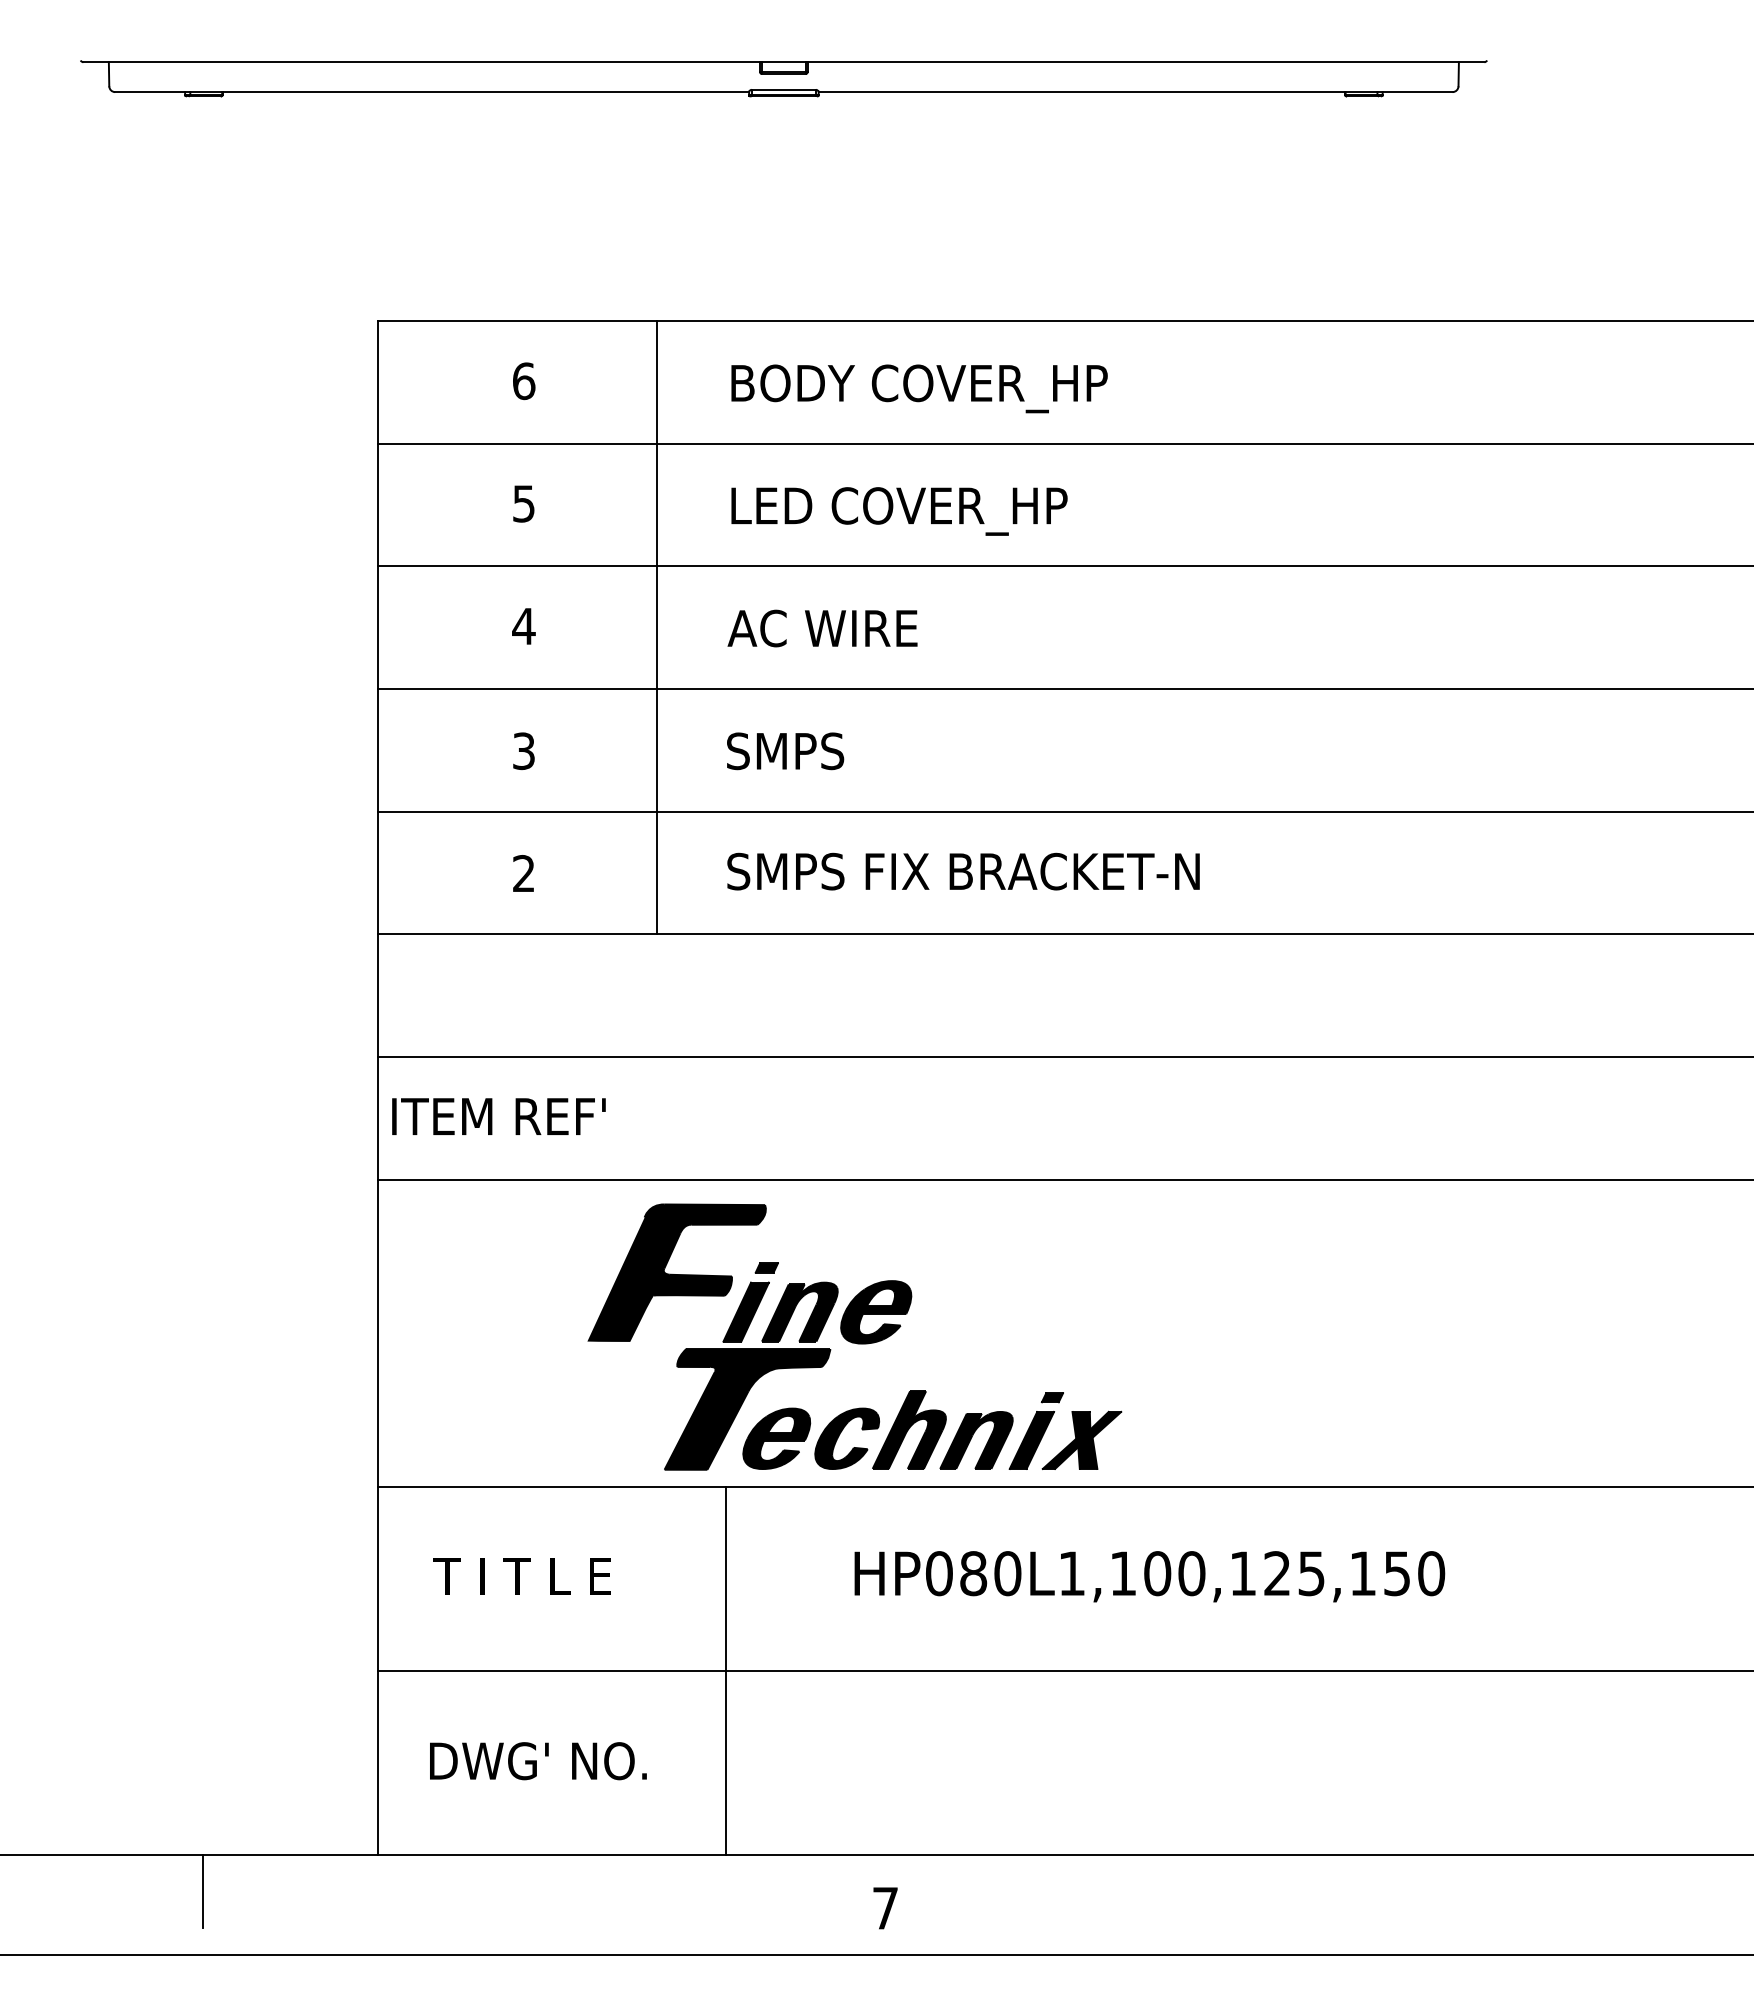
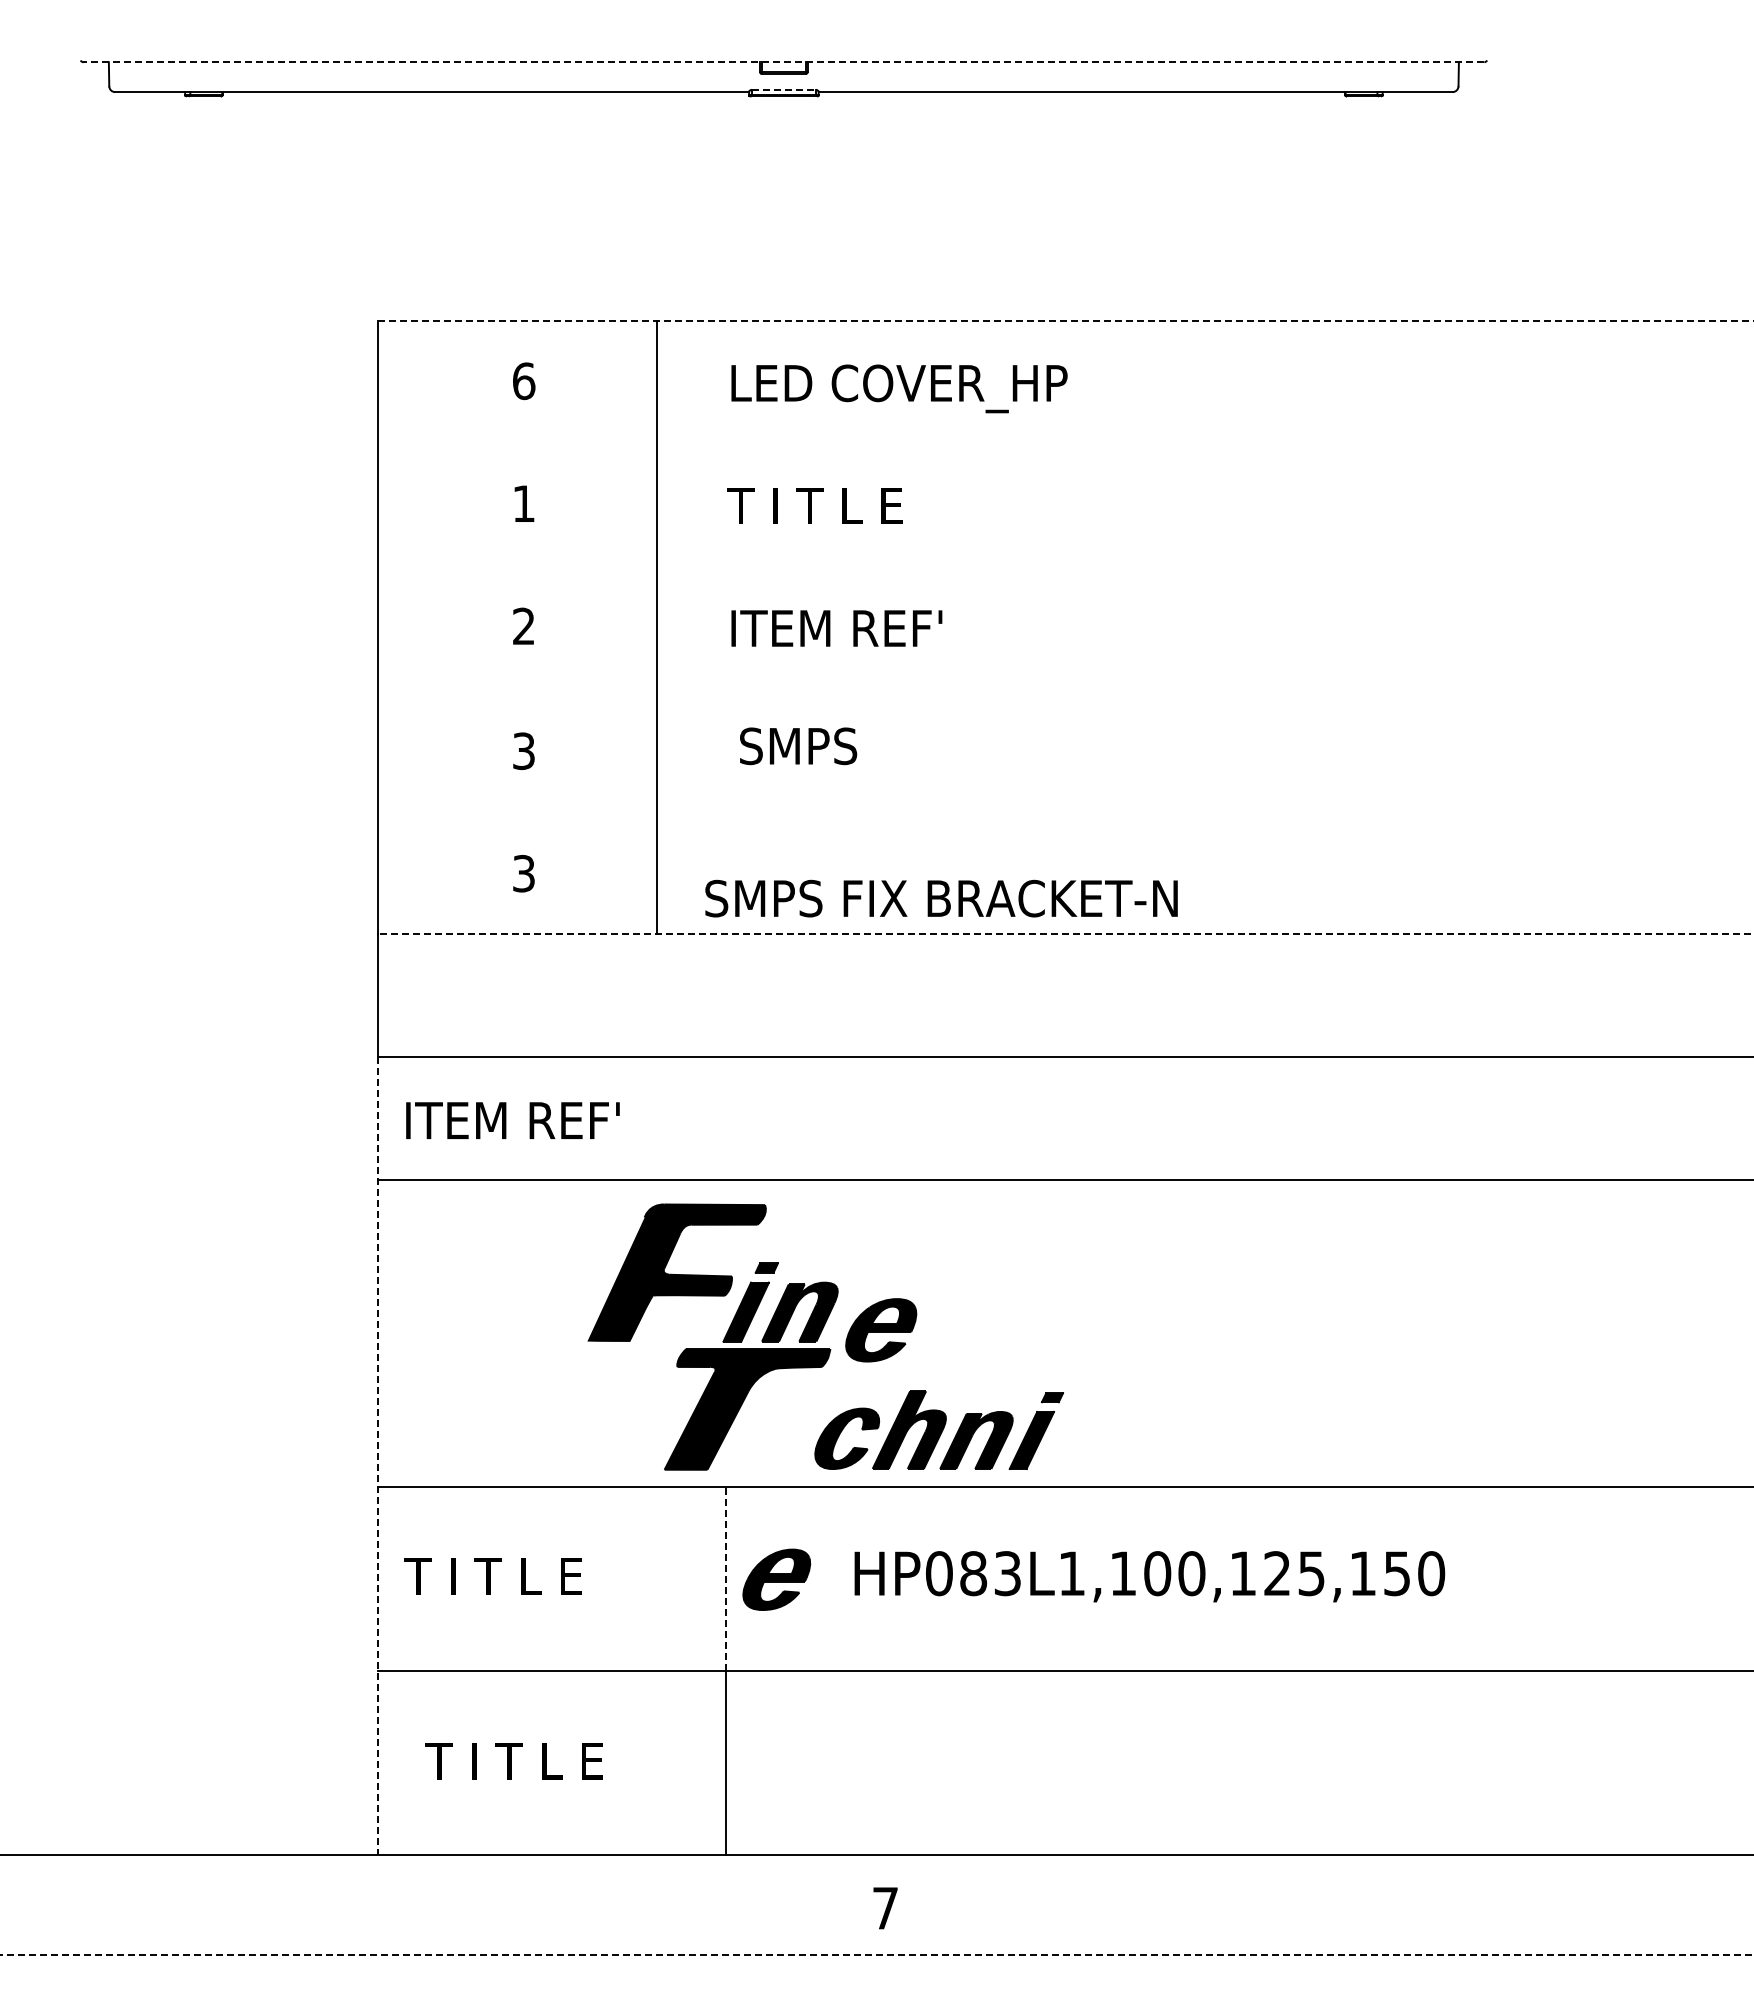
line at (783, 62): solid -> dashed
line at (784, 89): solid -> dashed
line at (1065, 321): solid -> dashed
text at (921, 388): BODY COVER_HP -> LED COVER_HP
line at (1064, 443): present -> none
text at (523, 503): 5 -> 1
text at (897, 511): LED COVER_HP -> T I T L E
line at (1064, 566): present -> none
text at (523, 625): 4 -> 2
text at (834, 628): AC WIRE -> ITEM REF'
line at (1064, 689): present -> none
text at (785, 751) position: (785, 751) -> (798, 746)
line at (1064, 811): present -> none
text at (963, 871) position: (963, 871) -> (941, 898)
text at (523, 873): 2 -> 3
line at (1065, 934): solid -> dashed
text at (498, 1116) position: (498, 1116) -> (512, 1120)
part at (876, 1312) position: (876, 1312) -> (881, 1330)
part at (776, 1438) position: (776, 1438) -> (776, 1579)
part at (1081, 1439): present -> none
line at (378, 1456): solid -> dashed
text at (1007, 1573): HP080L1,100,125,150 -> HP083L1,100,125,150
text at (521, 1576) position: (521, 1576) -> (492, 1576)
line at (725, 1578): solid -> dashed
text at (535, 1761): DWG' NO. -> T I T L E
line at (203, 1891): present -> none
line at (876, 1954): solid -> dashed
